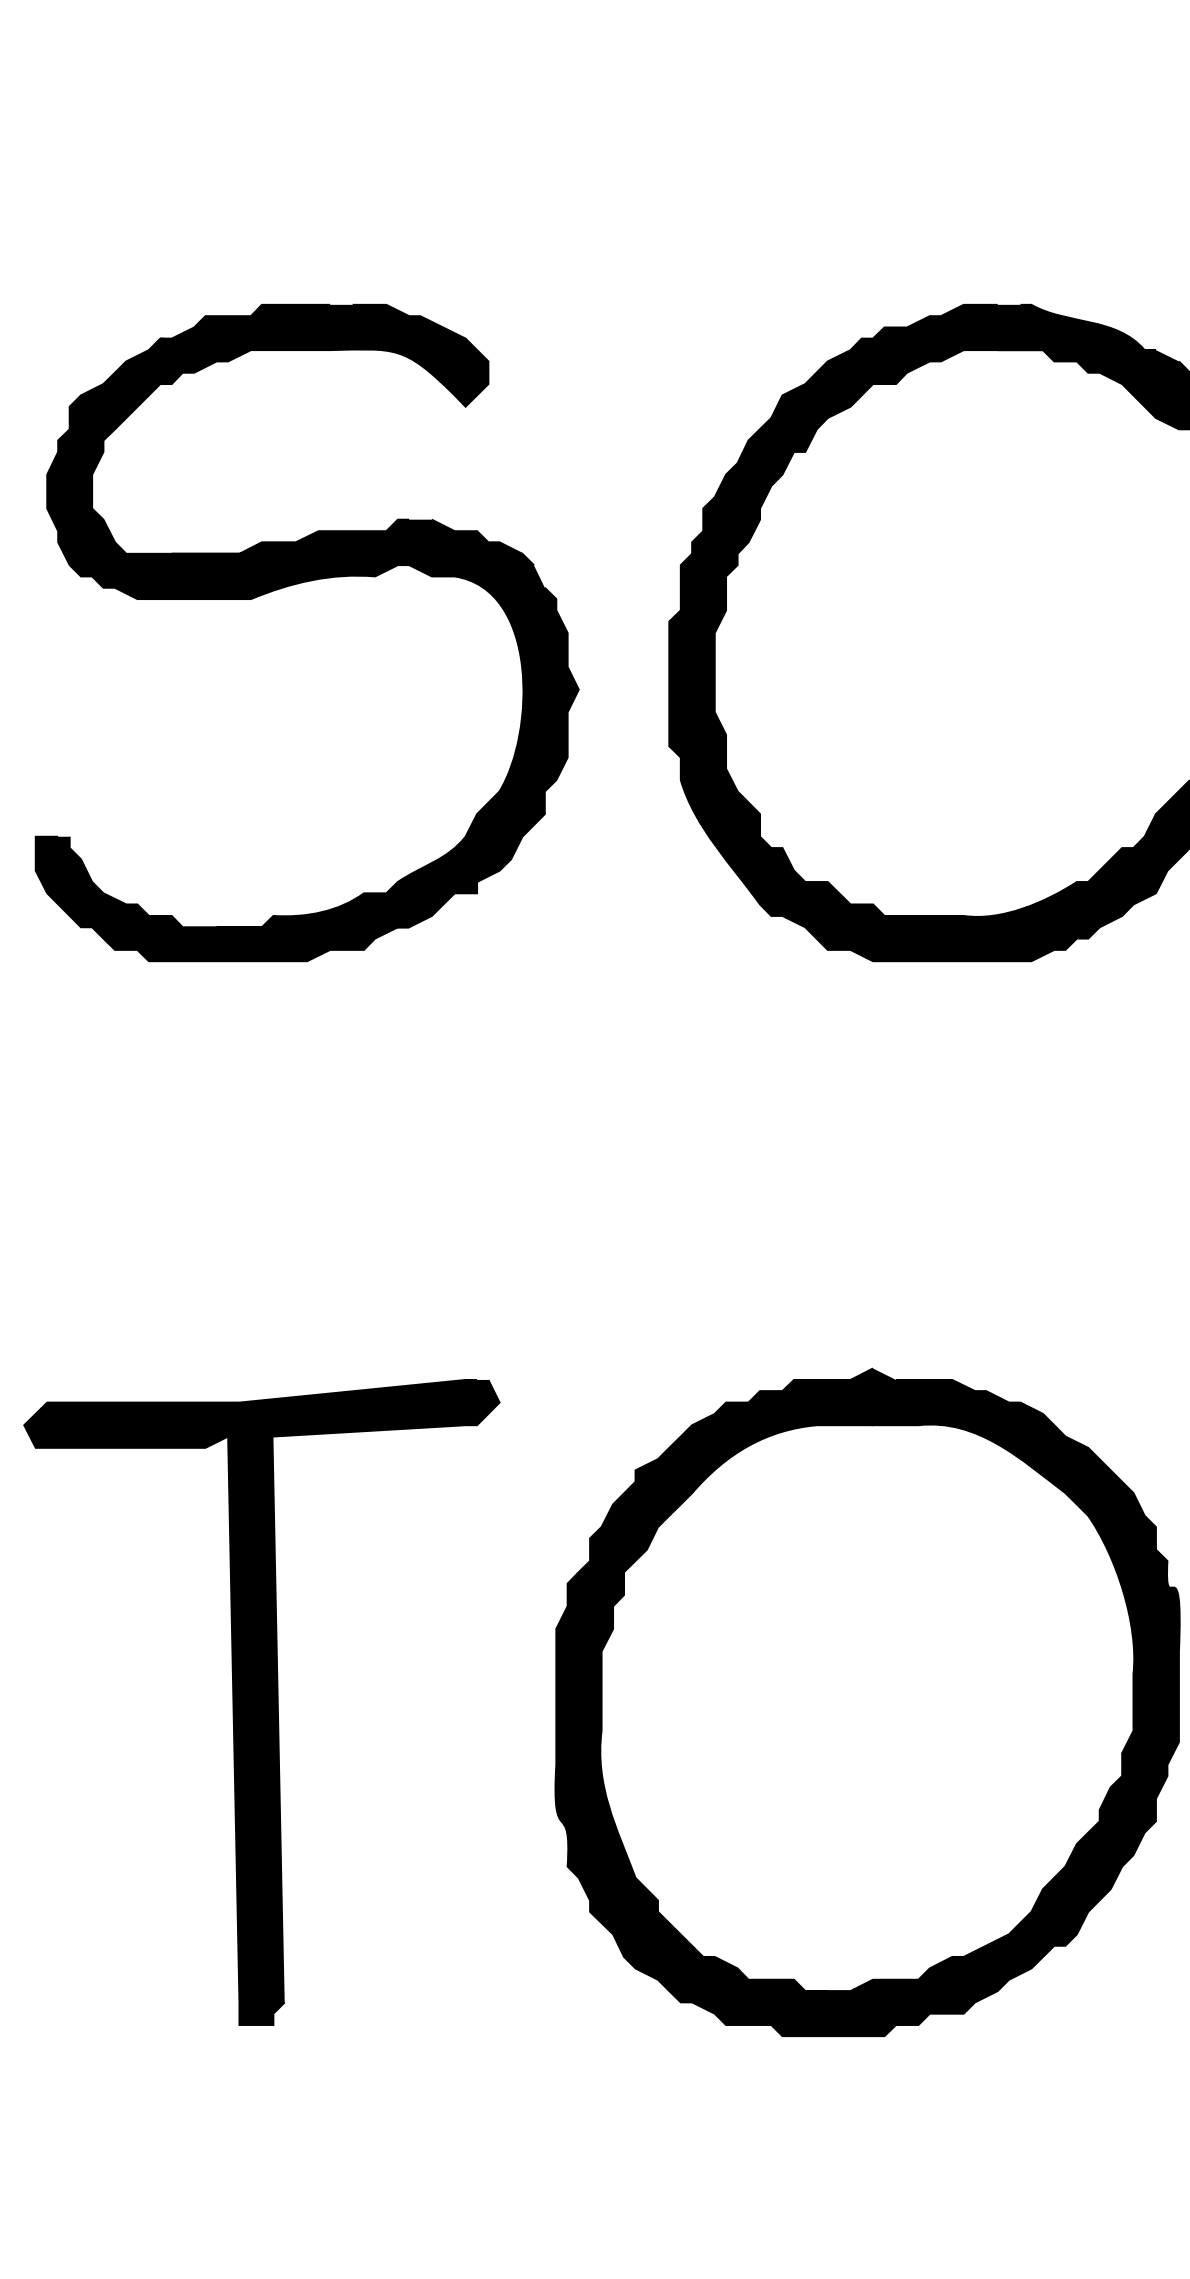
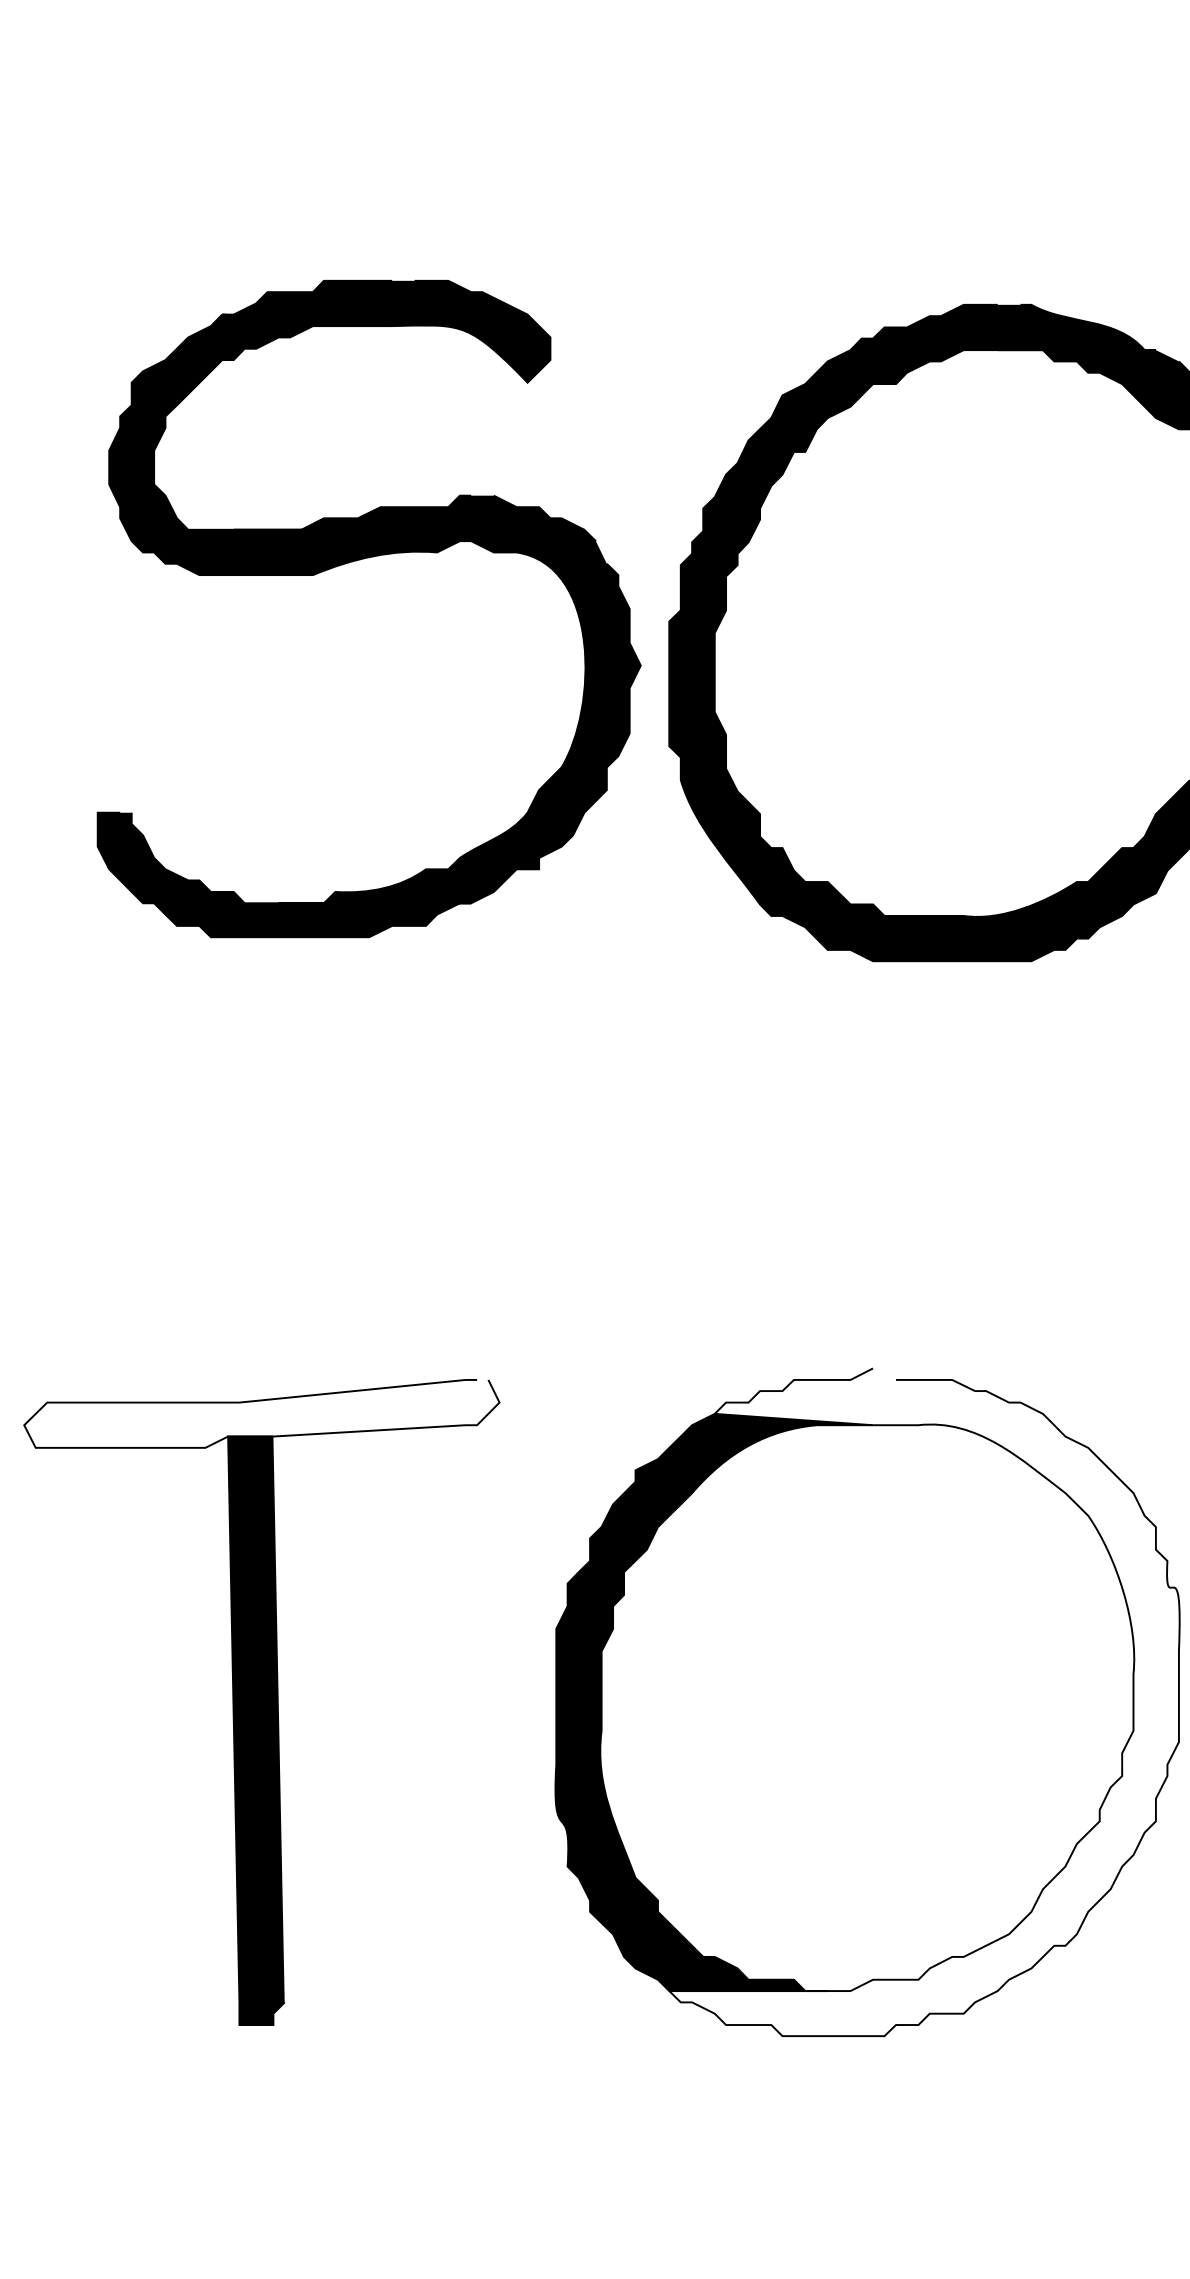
part at (294, 585) position: (294, 585) -> (356, 561)
fill at (261, 1413): present -> none
fill at (924, 1702): present -> none
